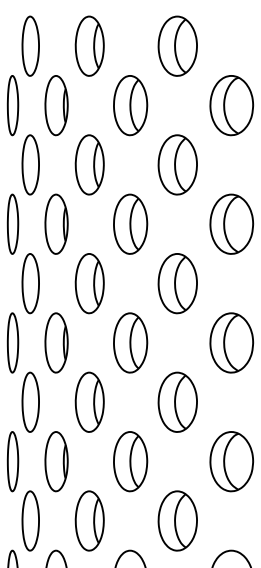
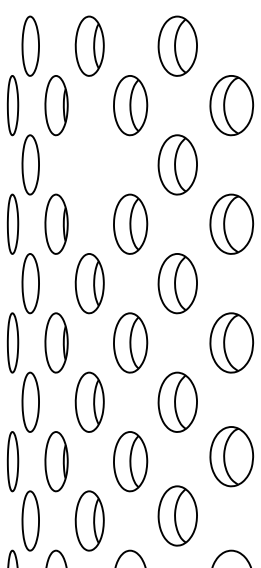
part at (89, 164): present -> none
part at (231, 461) position: (231, 461) -> (231, 456)
part at (177, 520) position: (177, 520) -> (177, 515)
